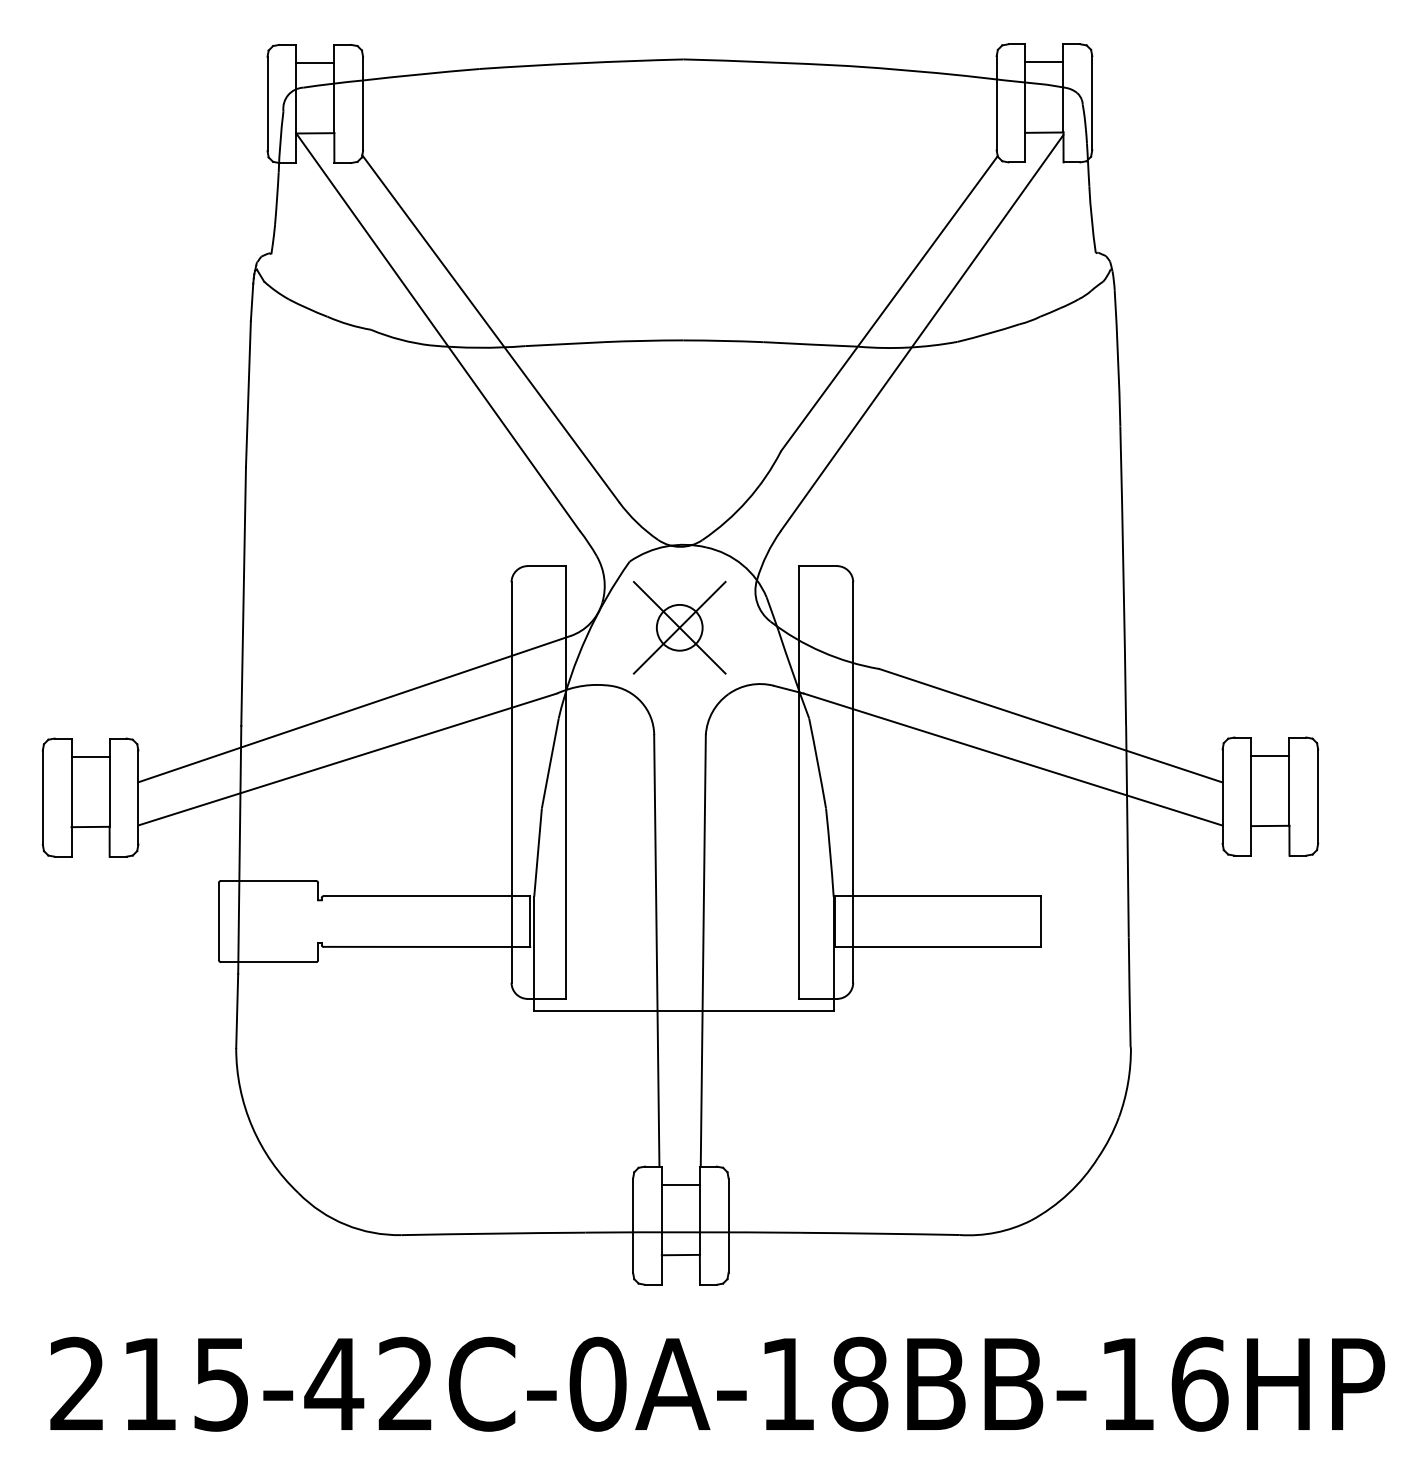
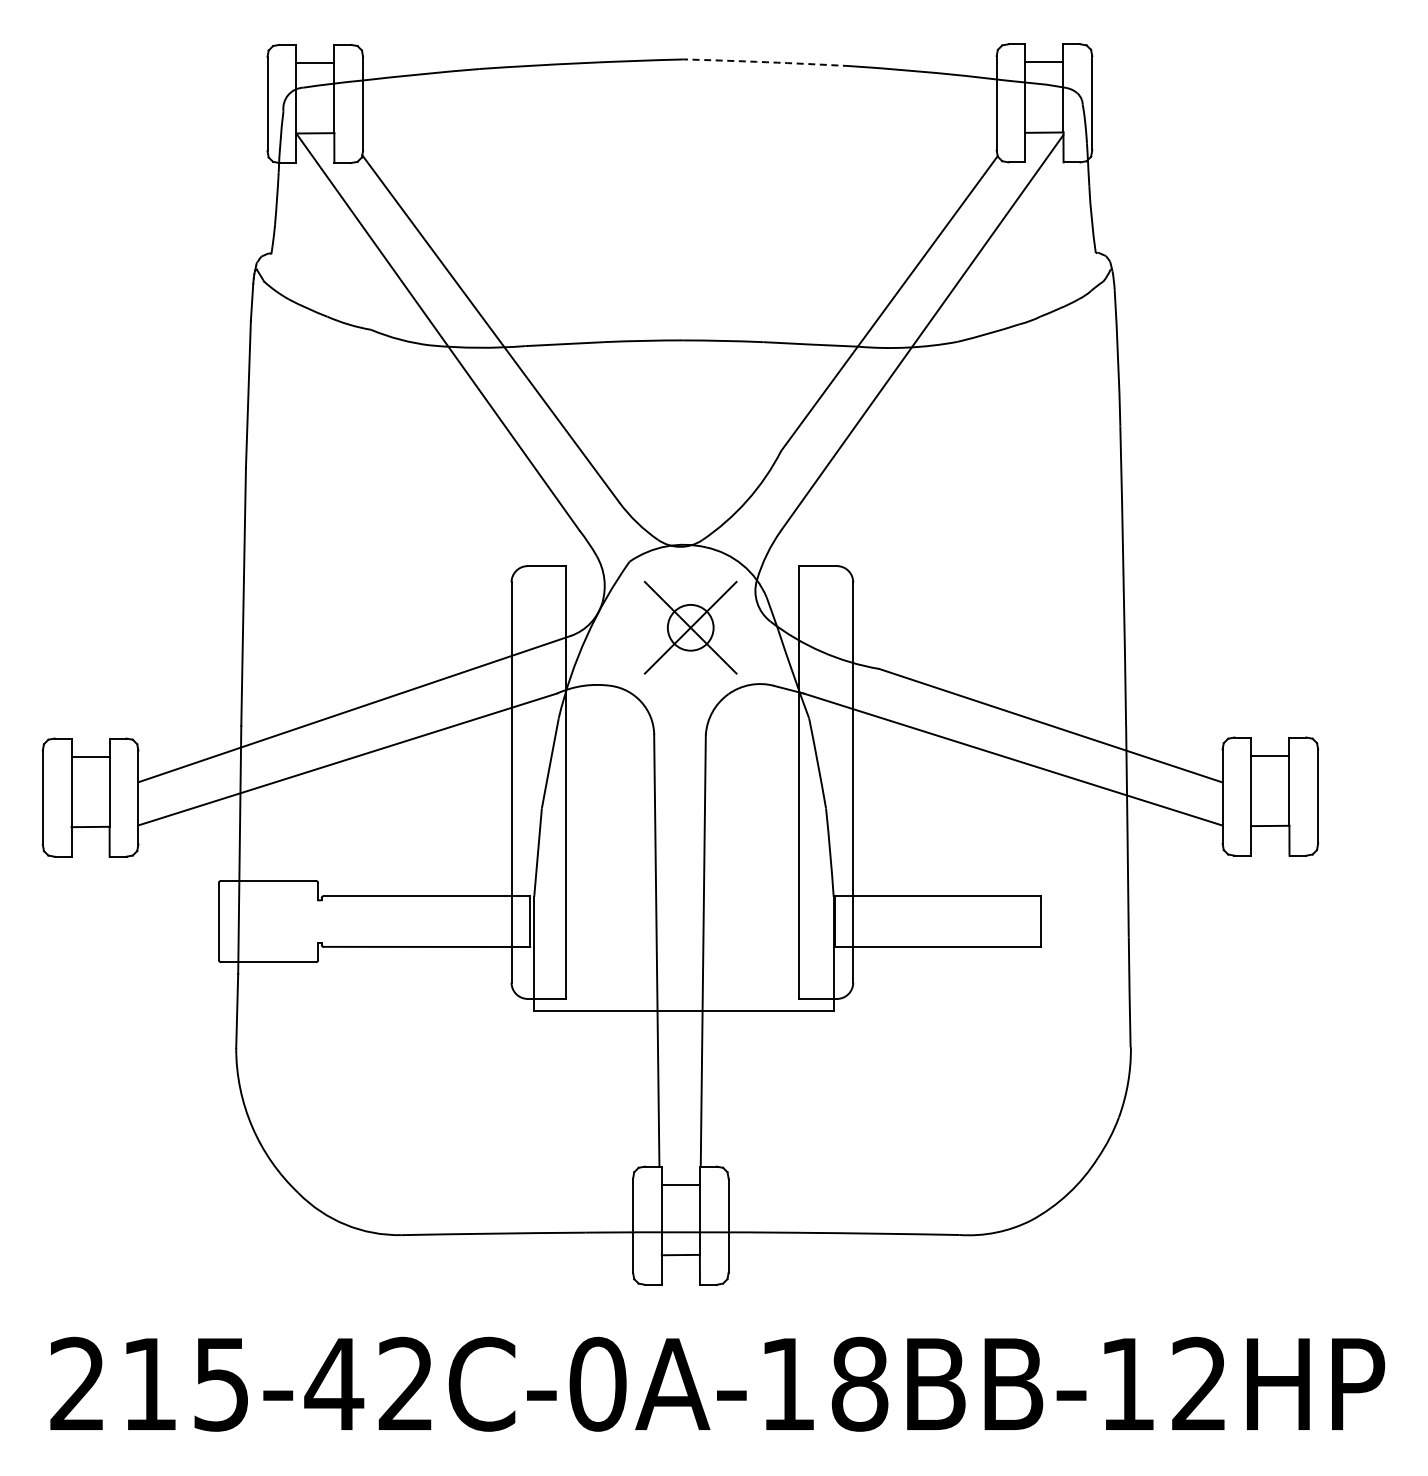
arc at (766, 62): solid -> dashed
part at (679, 627) position: (679, 627) -> (690, 627)
text at (1199, 1383): 215-42C-0A-18BB-16HP -> 215-42C-0A-18BB-12HP
